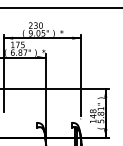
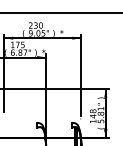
line at (60, 8) position: (60, 8) -> (60, 13)
